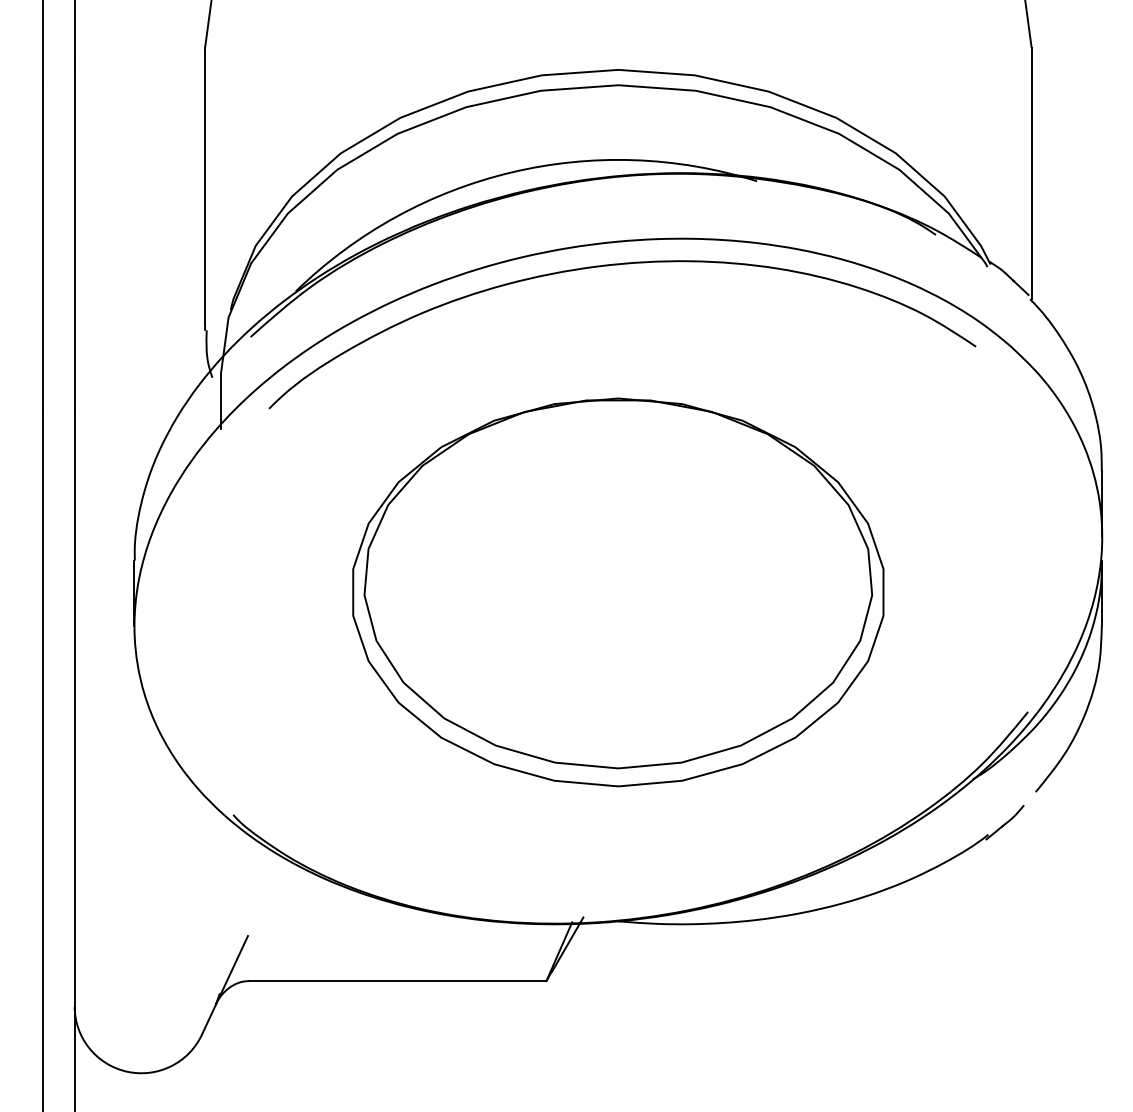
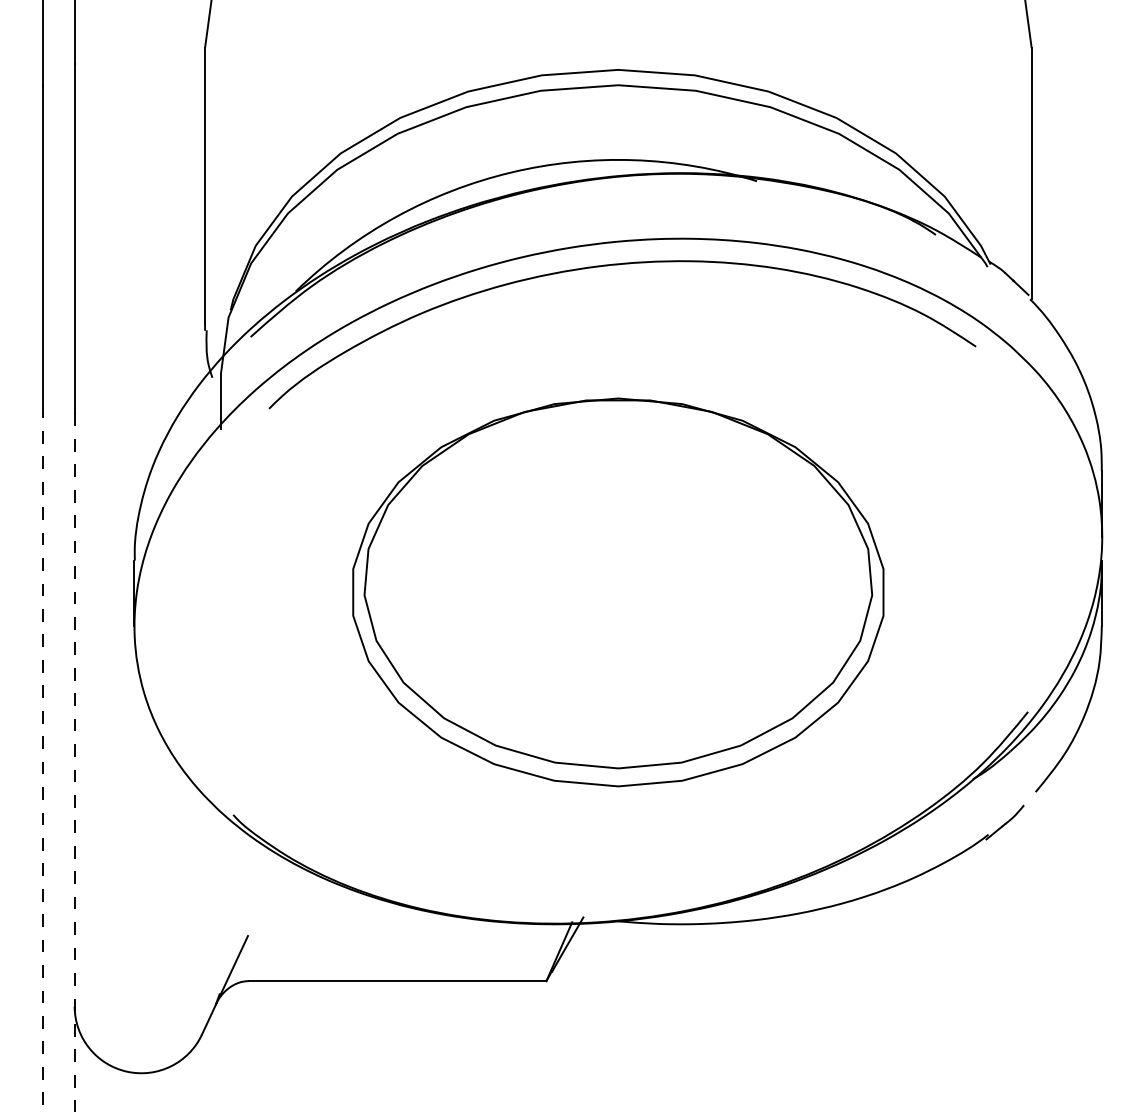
line at (42, 762): solid -> dashed
line at (74, 762): solid -> dashed
